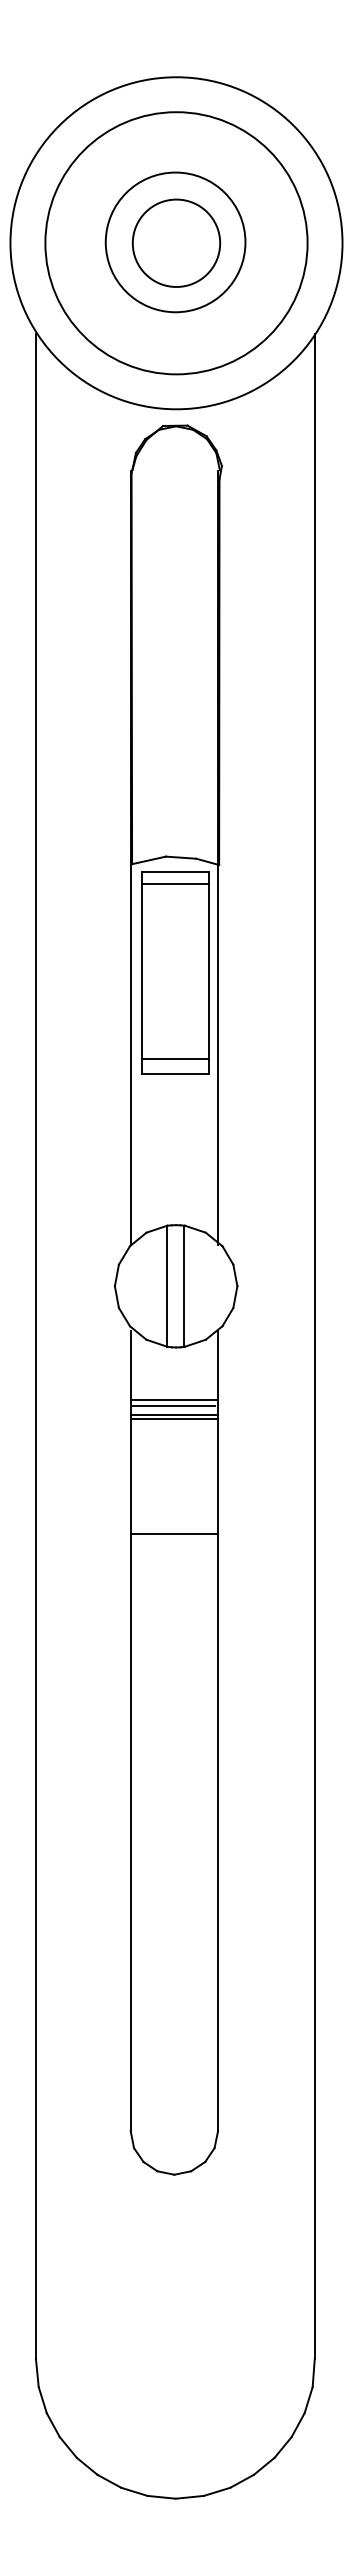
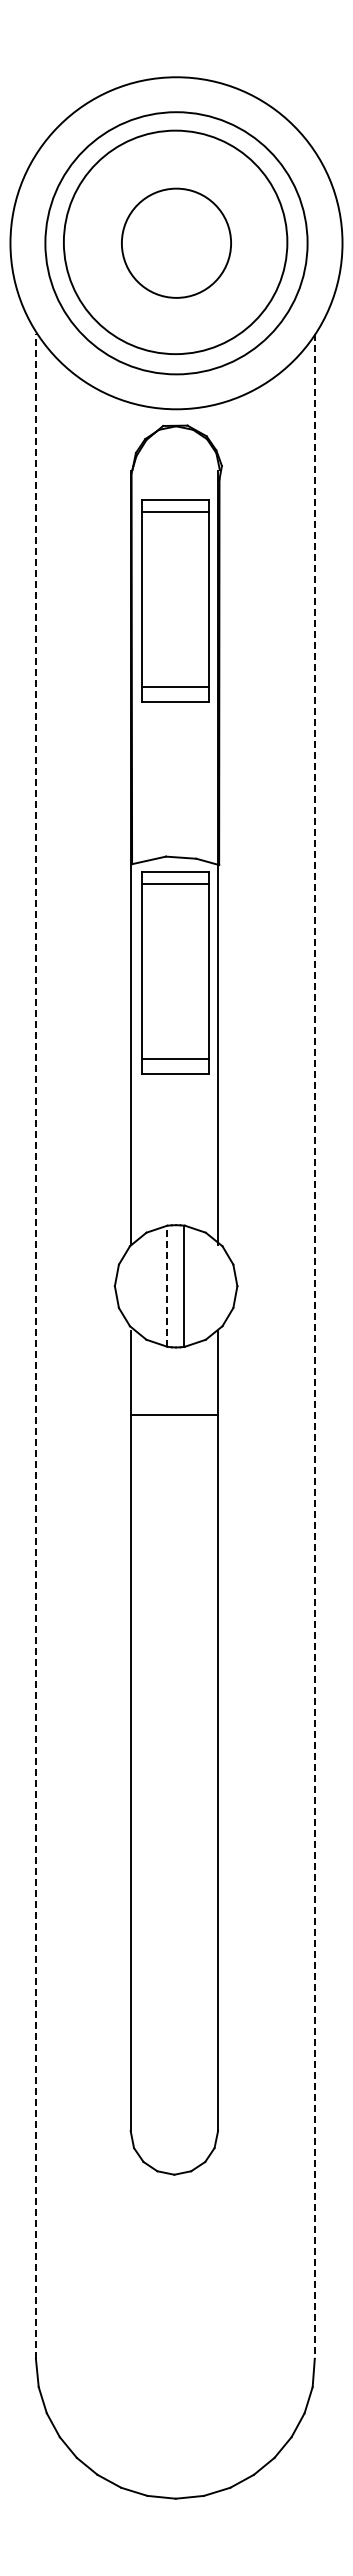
circle at (175, 242) diameter: 140 px -> 224 px
circle at (176, 242) diameter: 87 px -> 109 px
part at (175, 600): none -> present
line at (167, 1286): solid -> dashed
line at (35, 1346): solid -> dashed
line at (314, 1346): solid -> dashed
line at (174, 1400): present -> none
line at (173, 1405): present -> none
line at (174, 1419): present -> none
line at (174, 1533): present -> none
